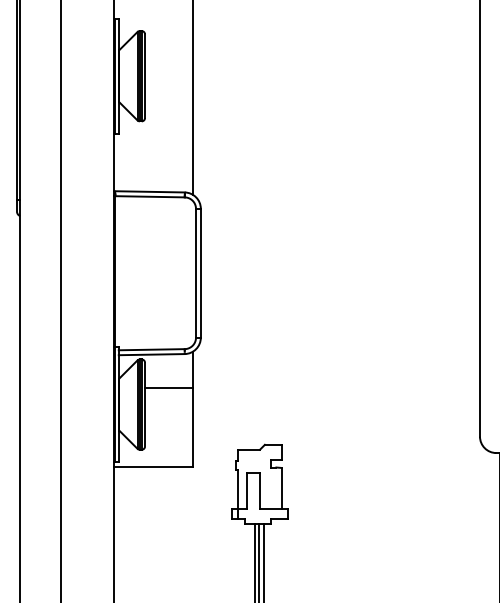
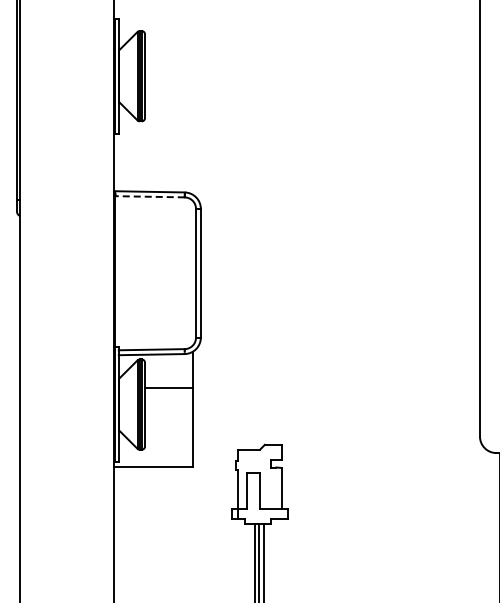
line at (192, 98): present -> none
line at (150, 196): solid -> dashed
line at (61, 300): present -> none
